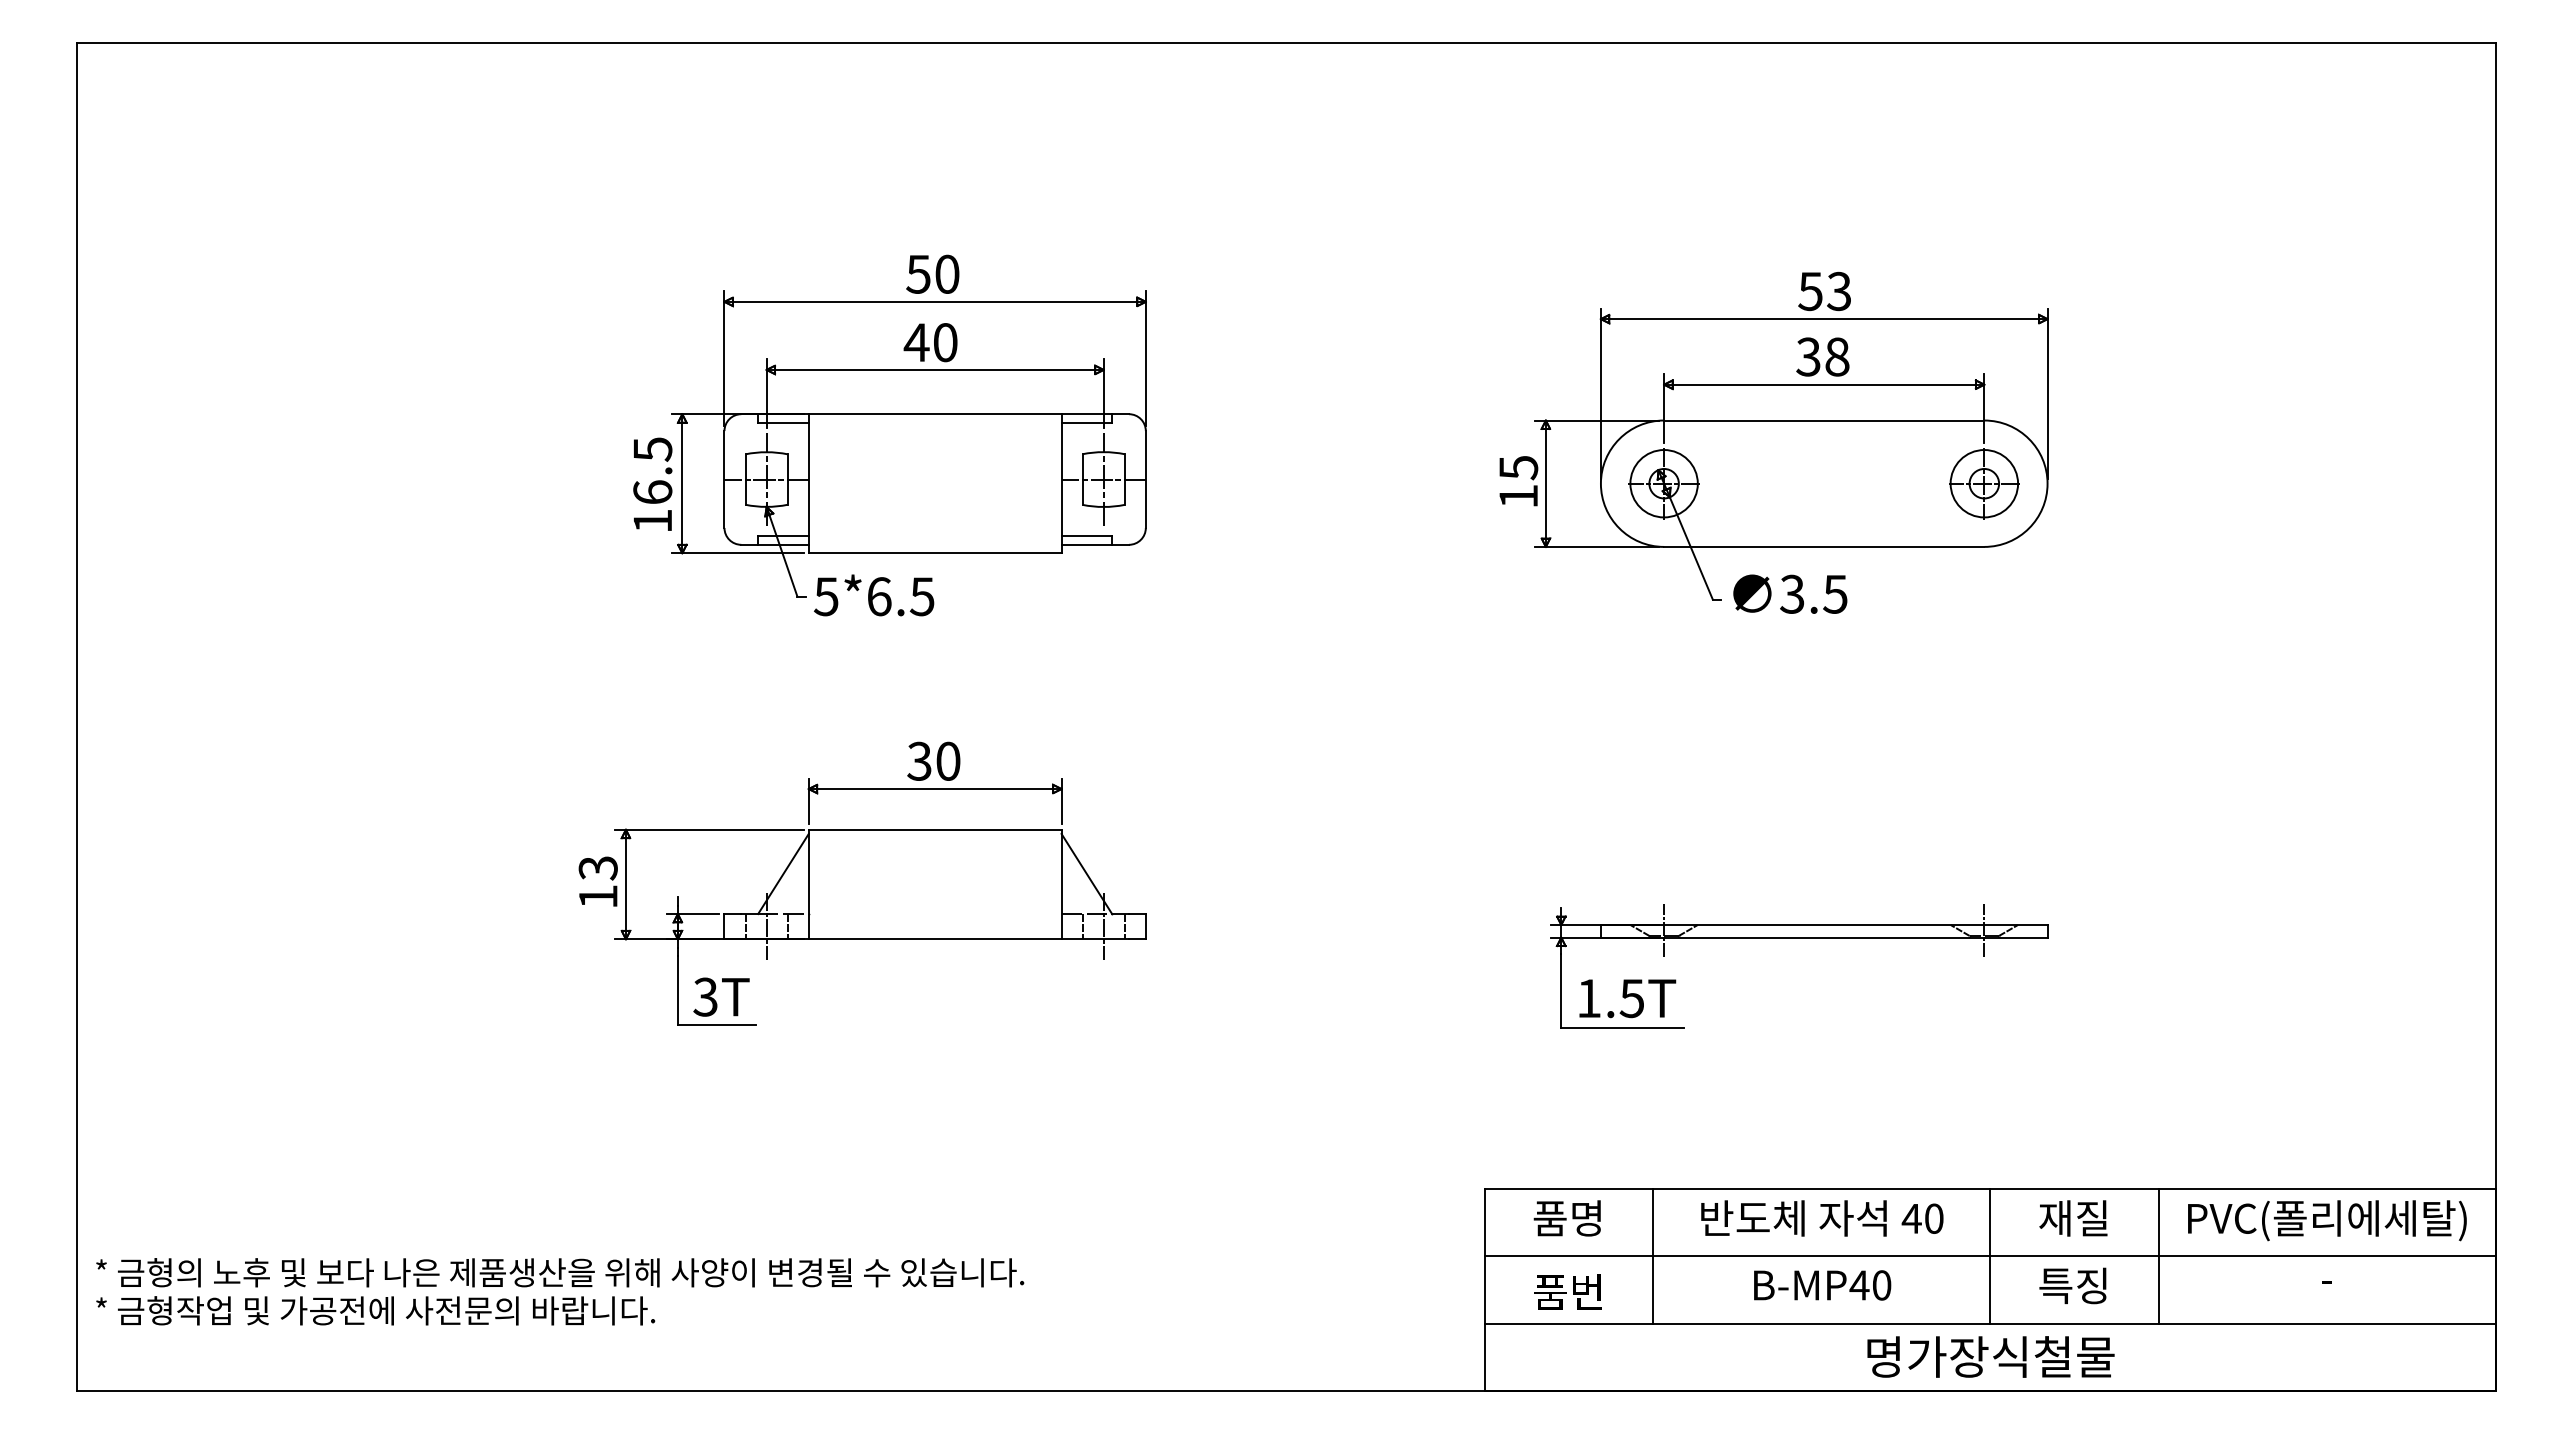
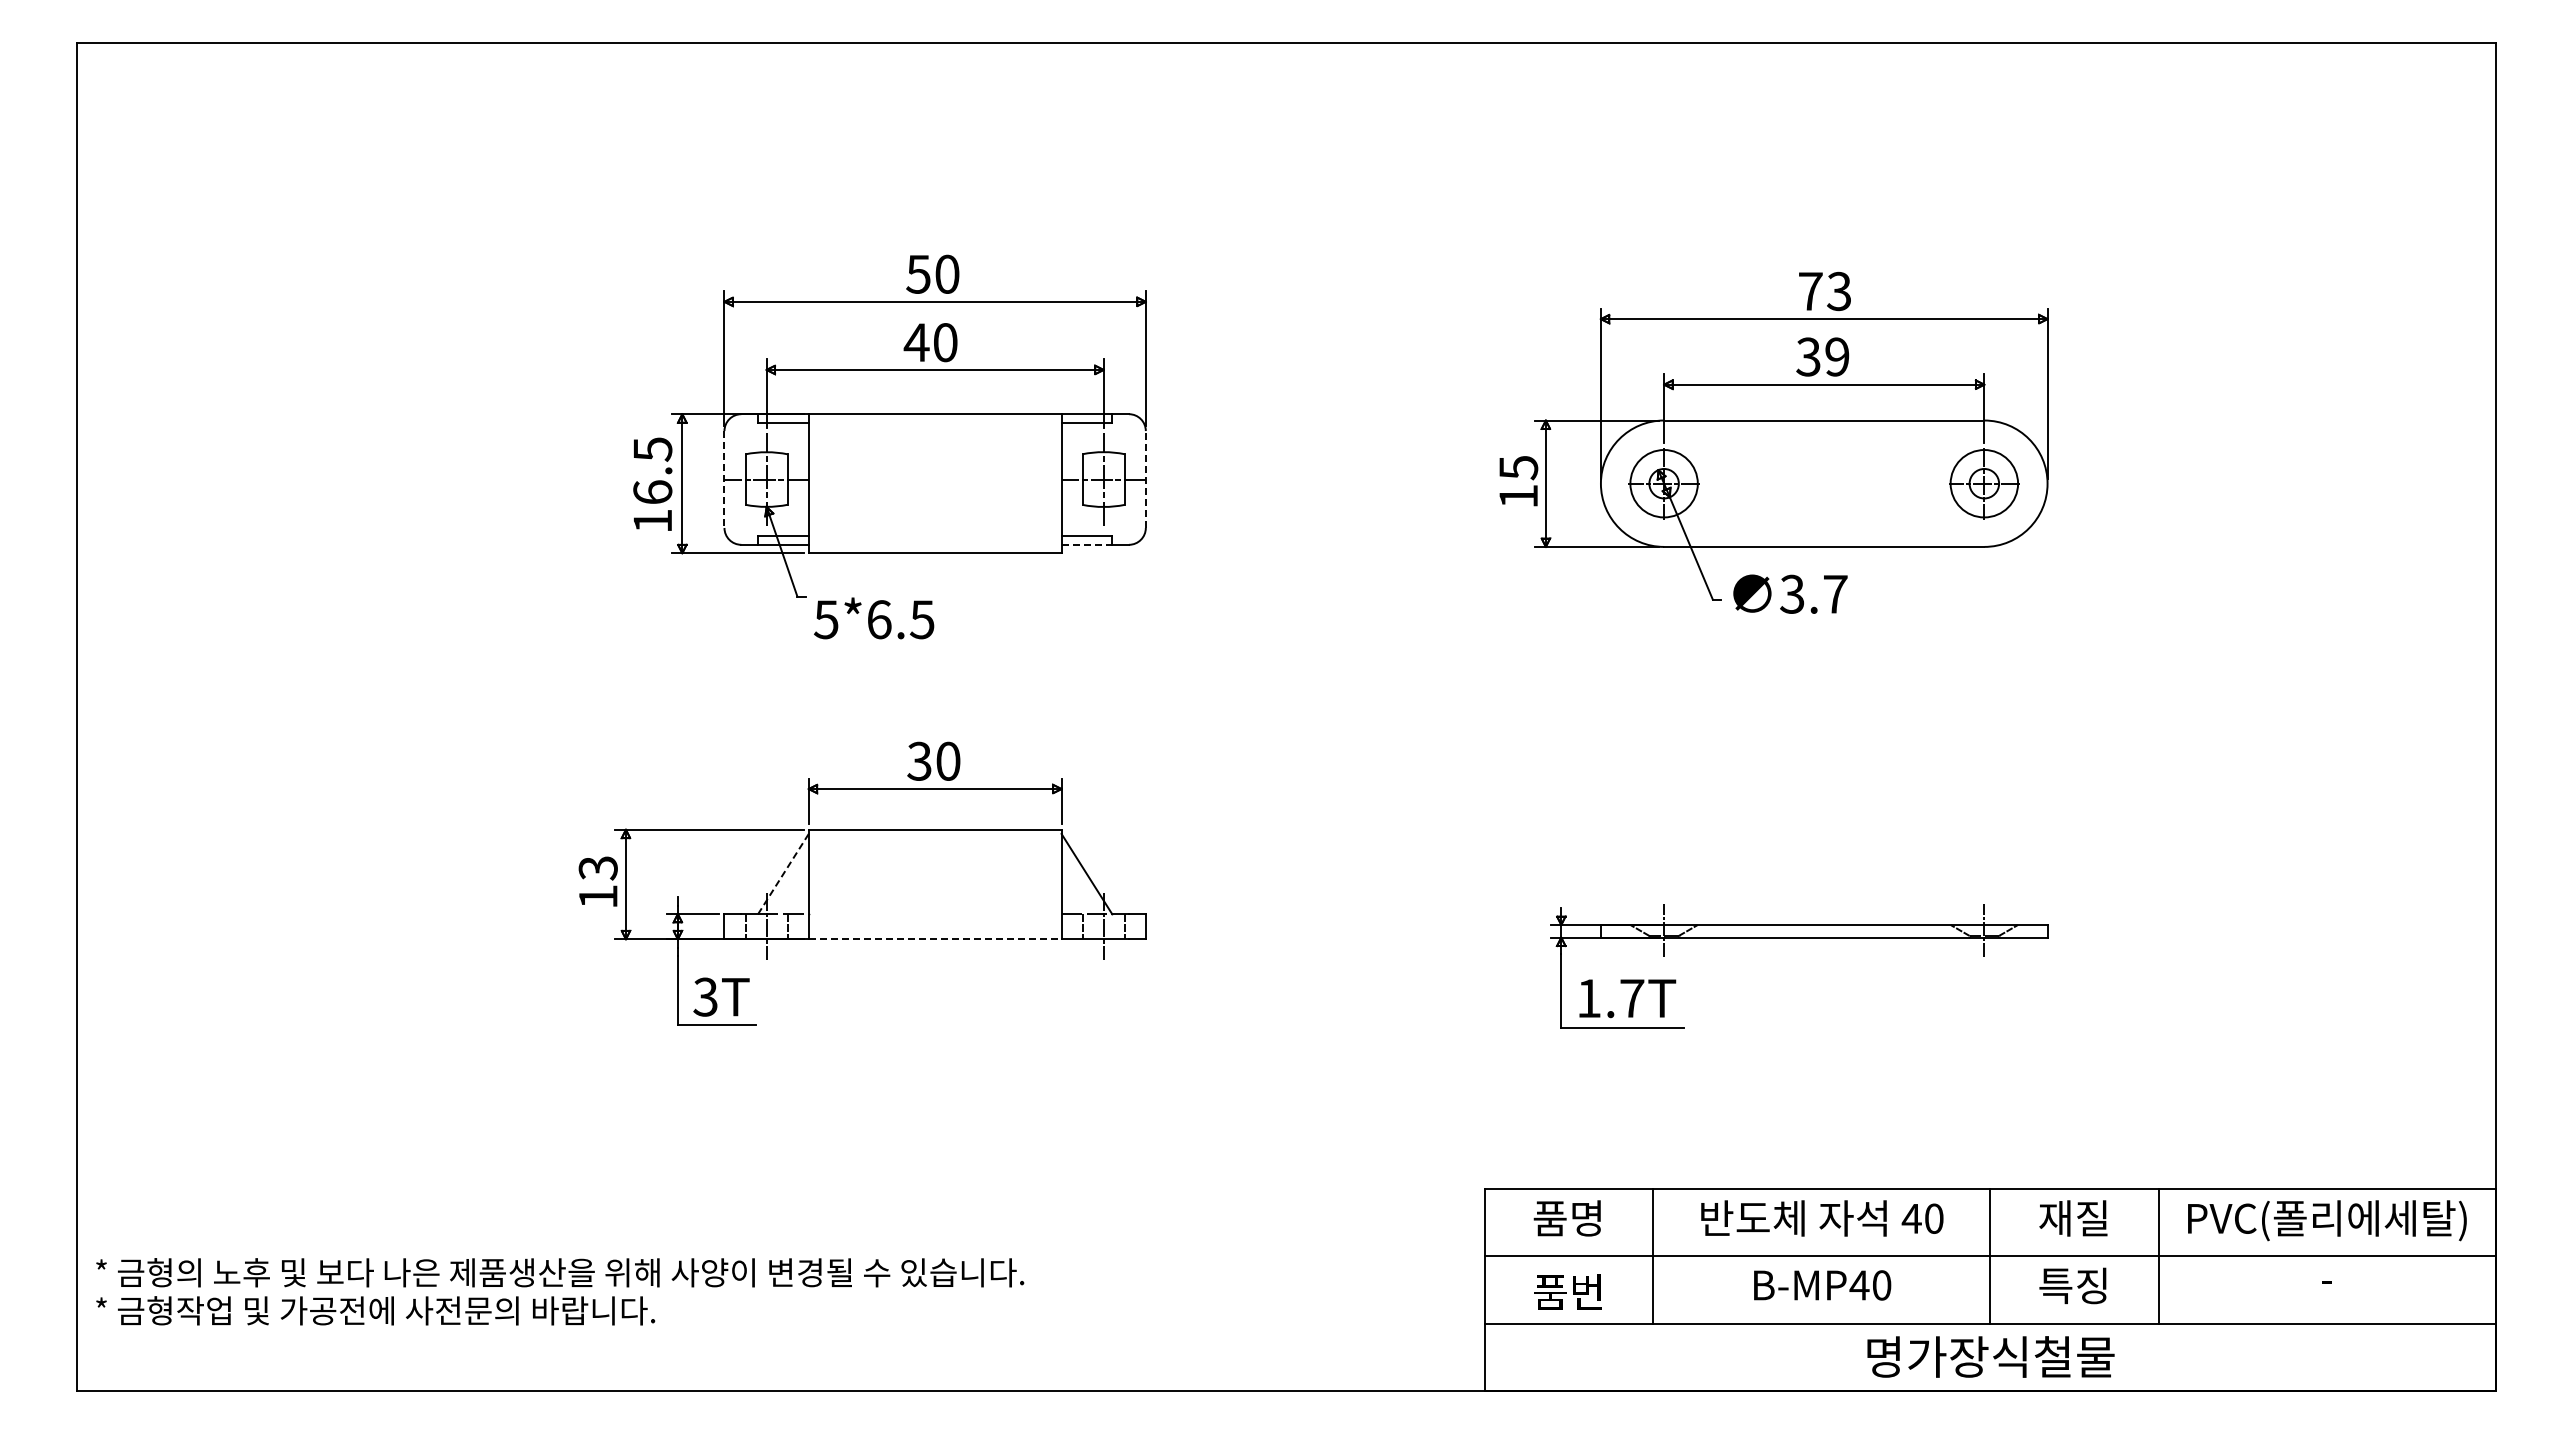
text at (1810, 291): 53 -> 73
text at (1837, 356): 38 -> 39
line at (1145, 479): solid -> dashed
line at (724, 480): solid -> dashed
line at (1087, 544): solid -> dashed
text at (1835, 594): 3.5 -> 3.7
text at (874, 595) position: (874, 595) -> (874, 618)
line at (783, 874): solid -> dashed
line at (935, 939): solid -> dashed
text at (1631, 998): 1.5T -> 1.7T
